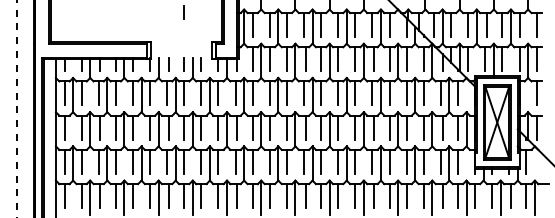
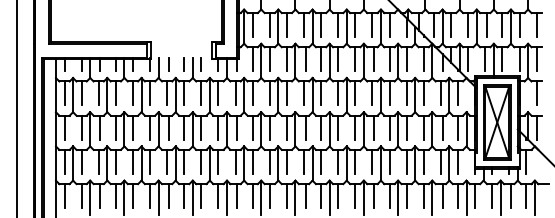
line at (183, 12): present -> none
line at (16, 108): dashed -> solid
